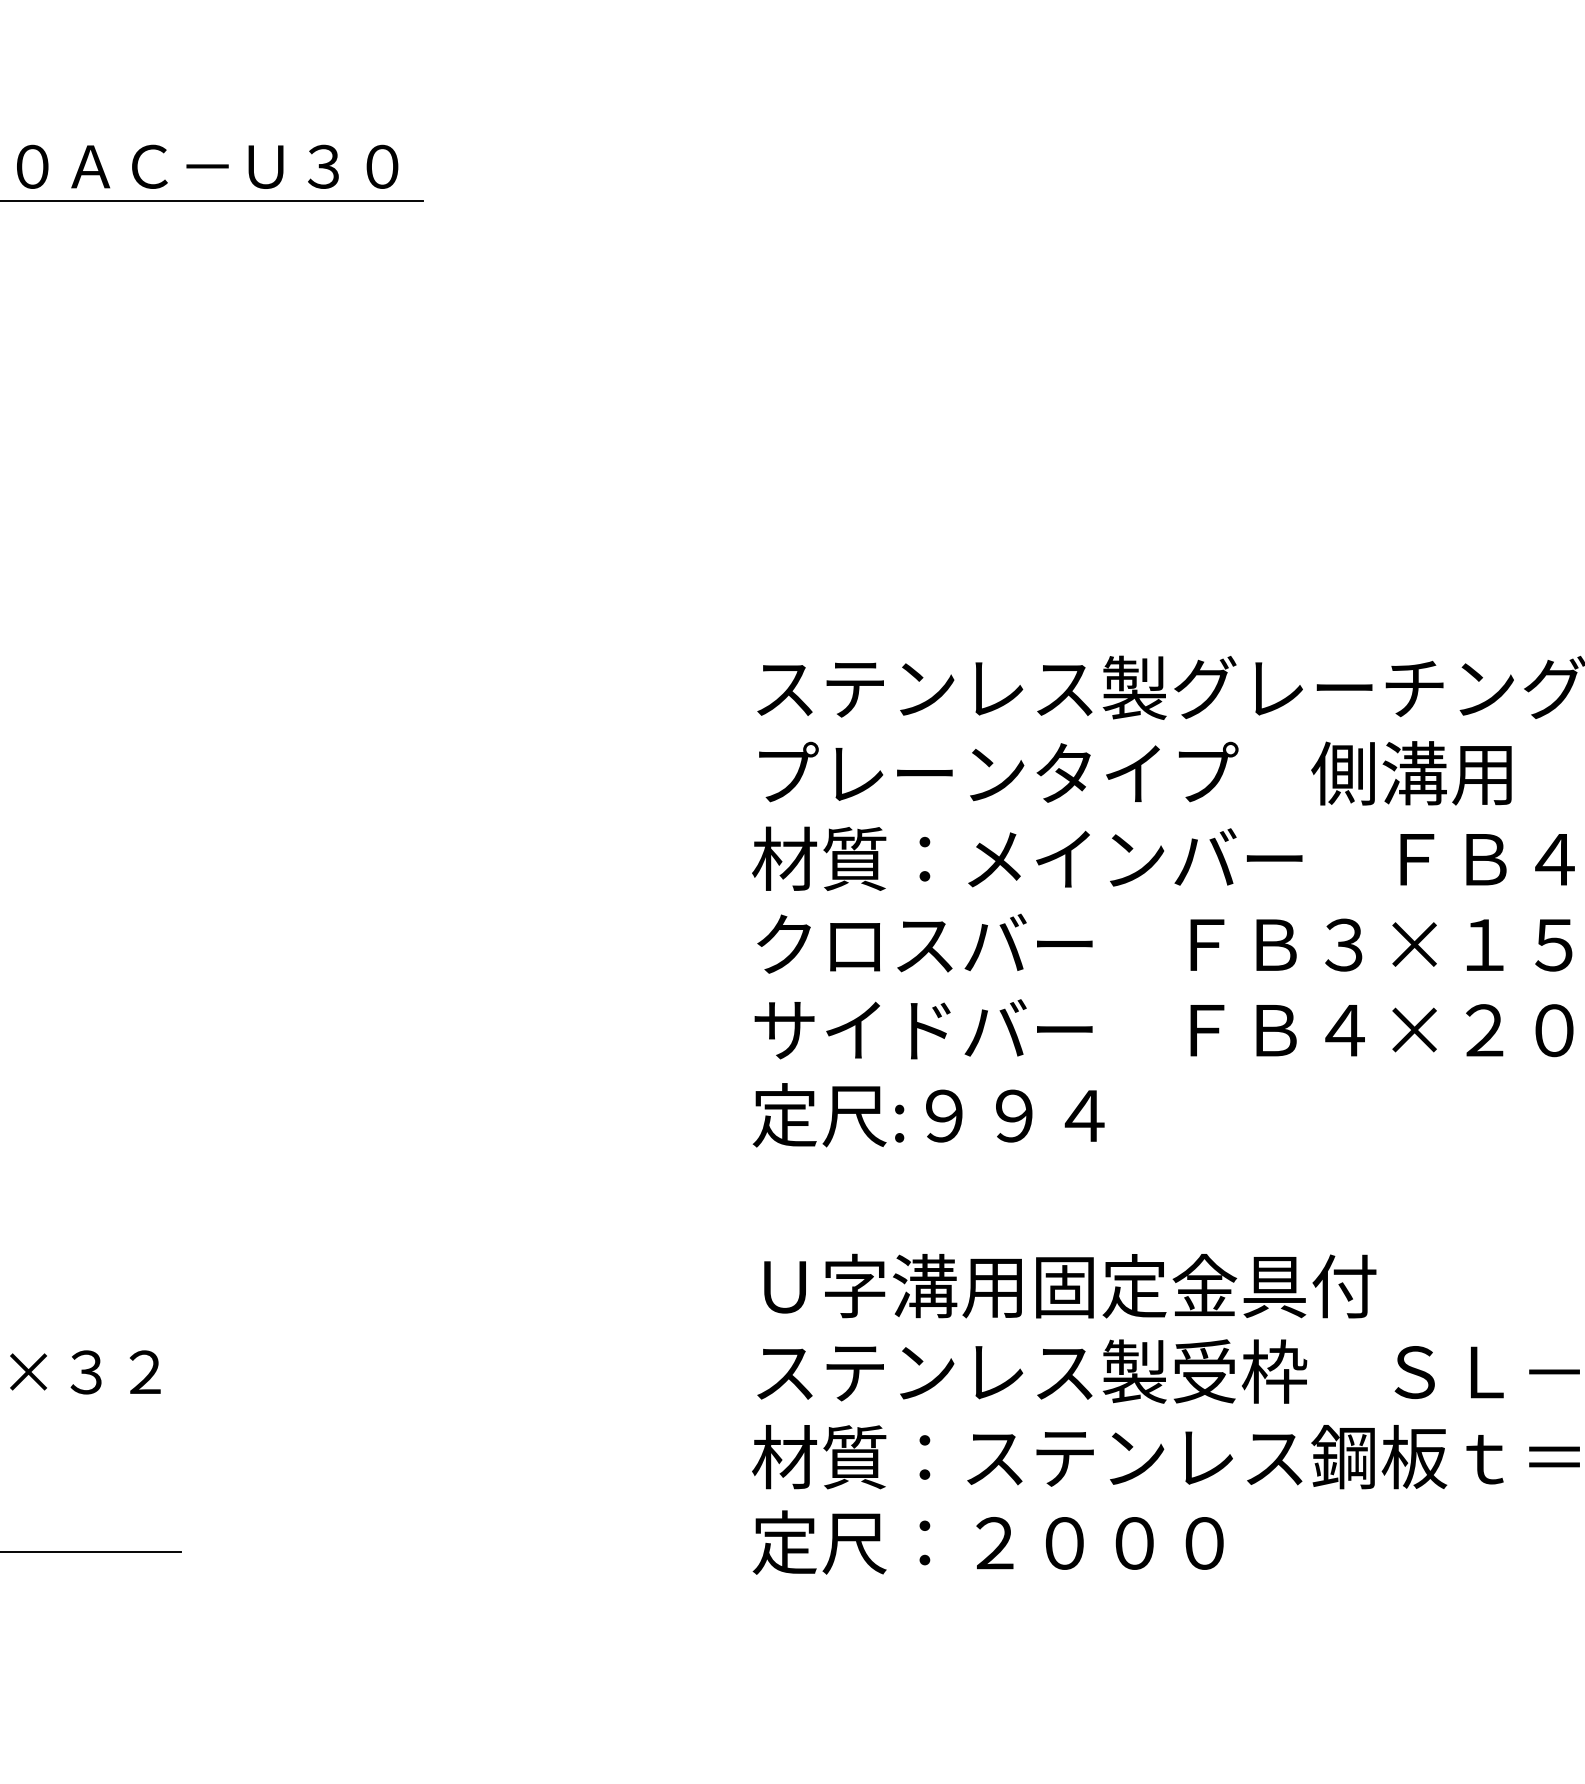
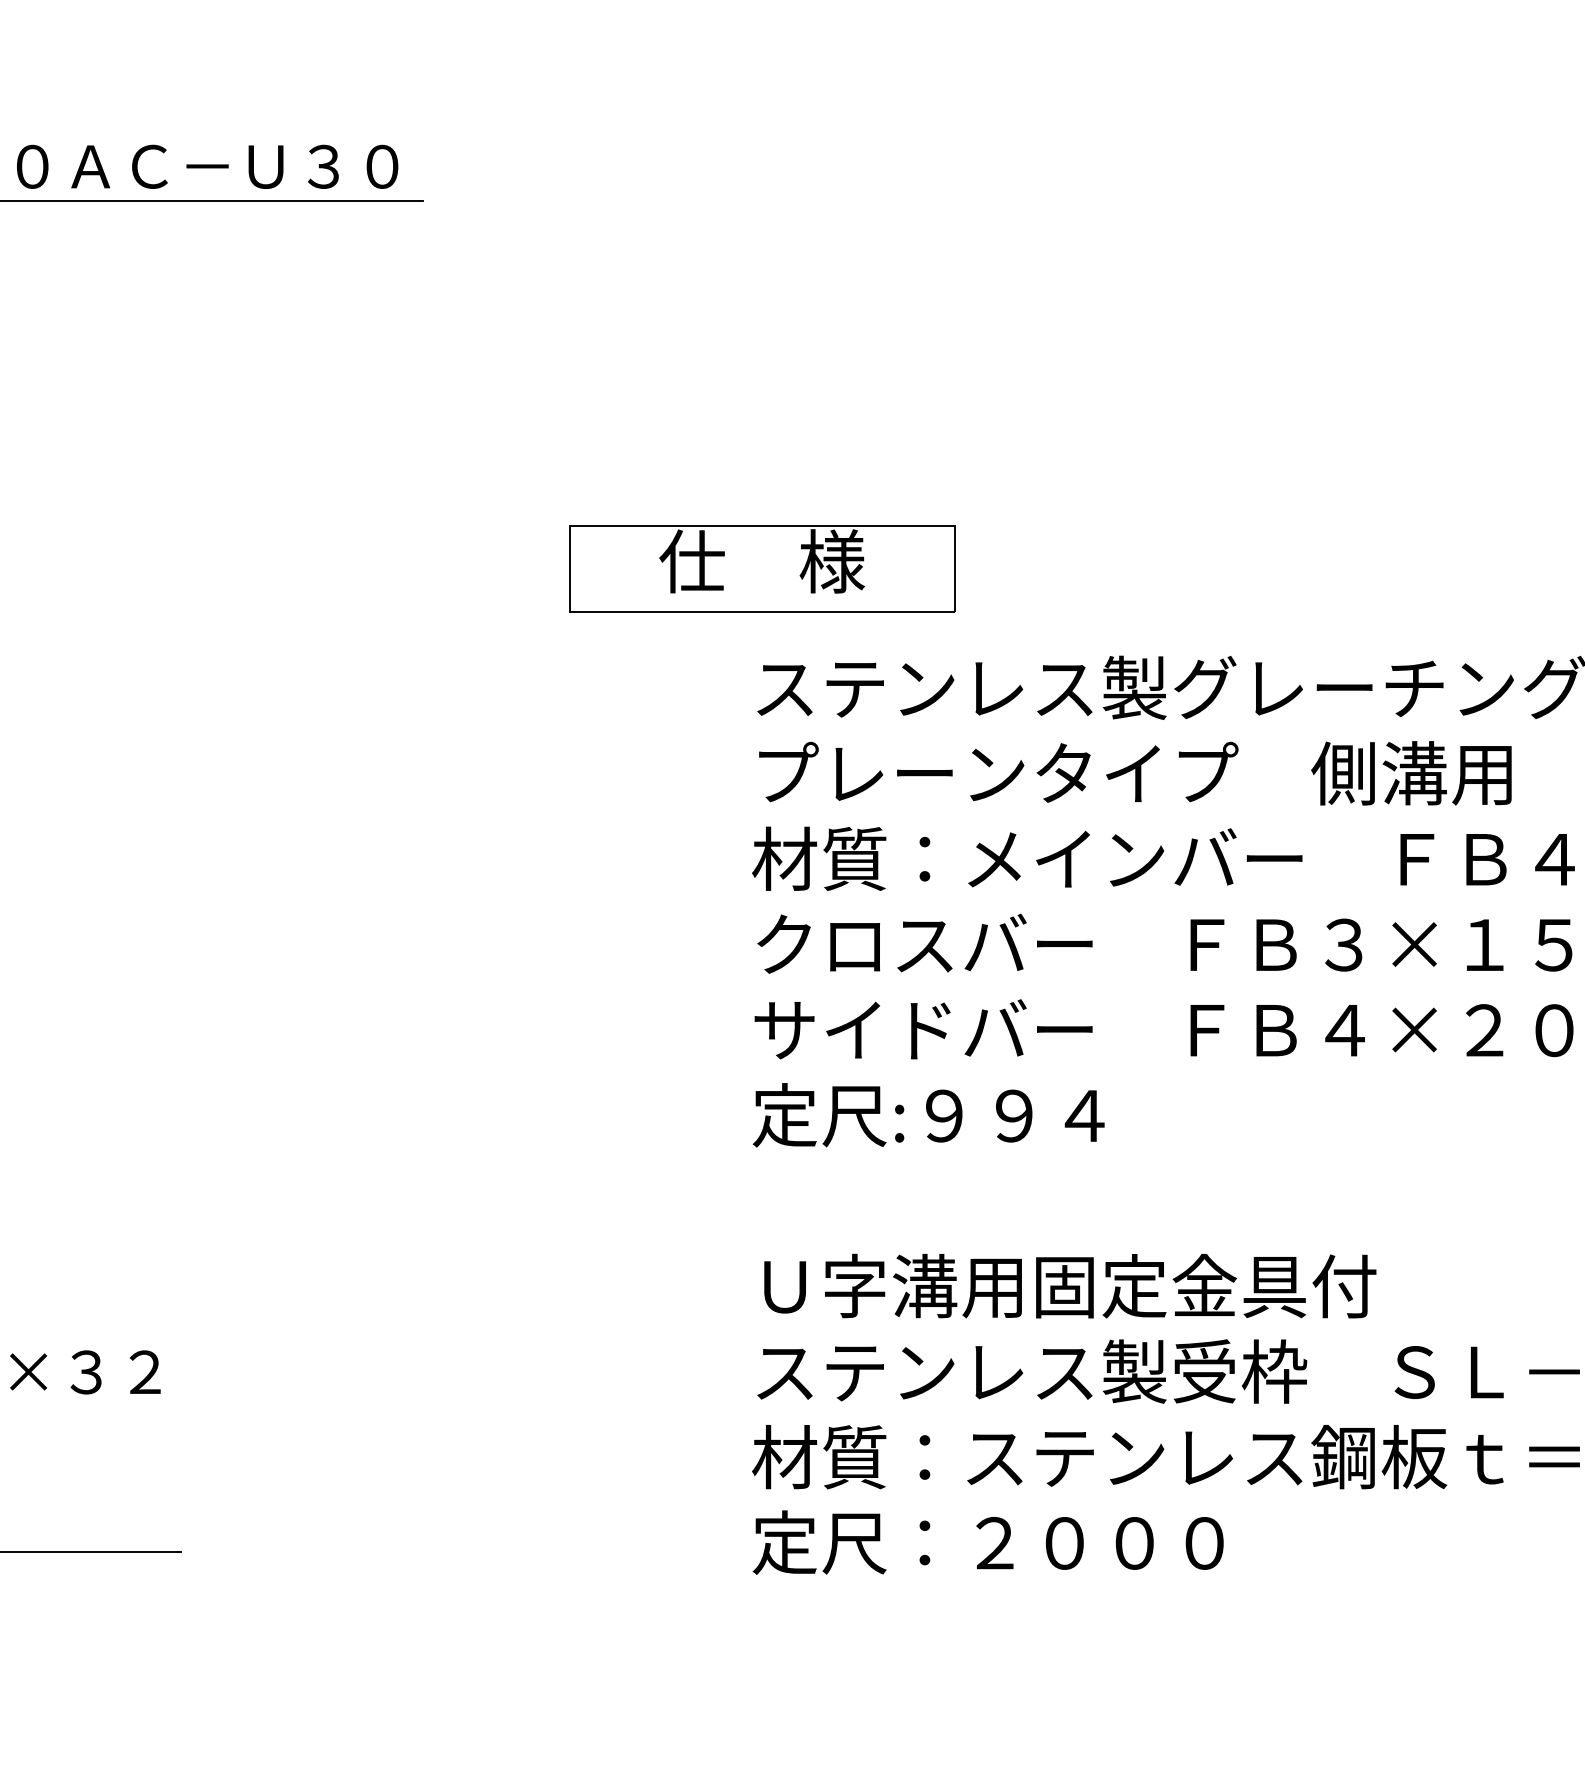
part at (762, 568): none -> present
